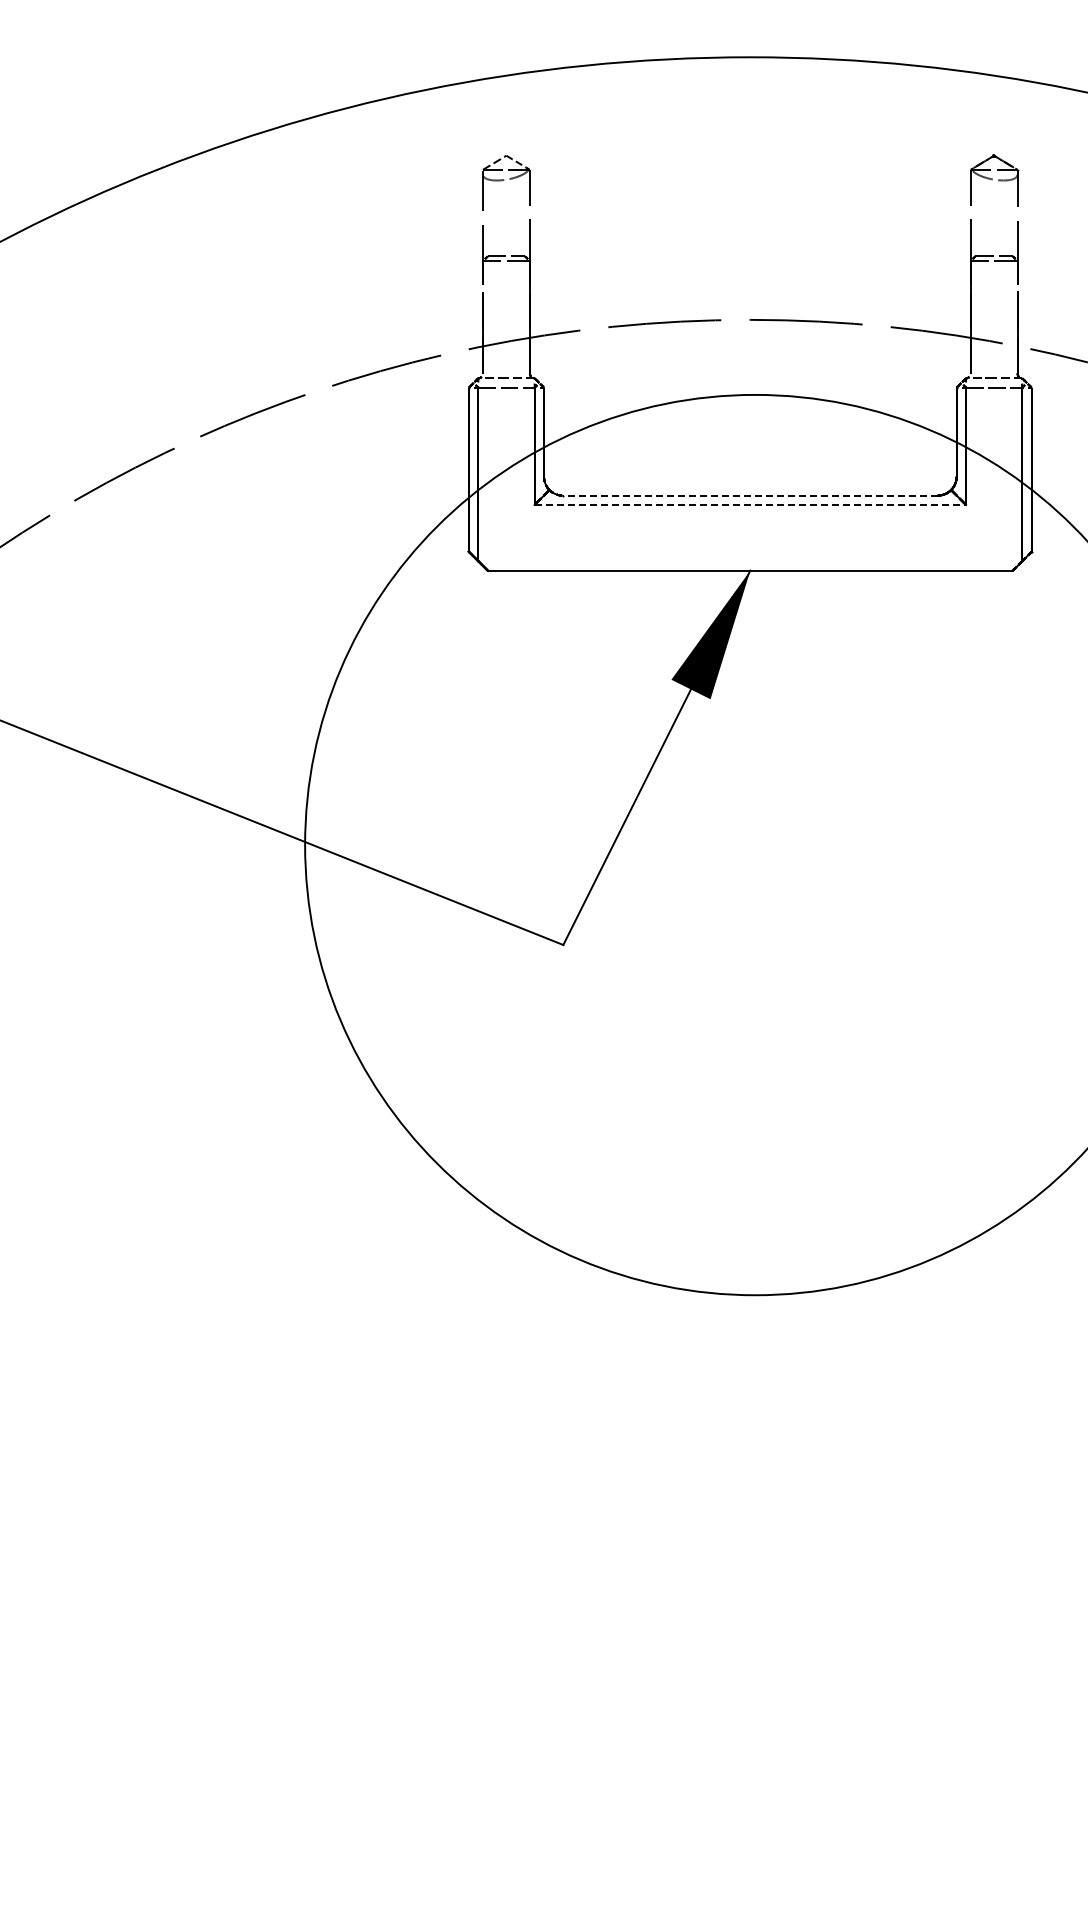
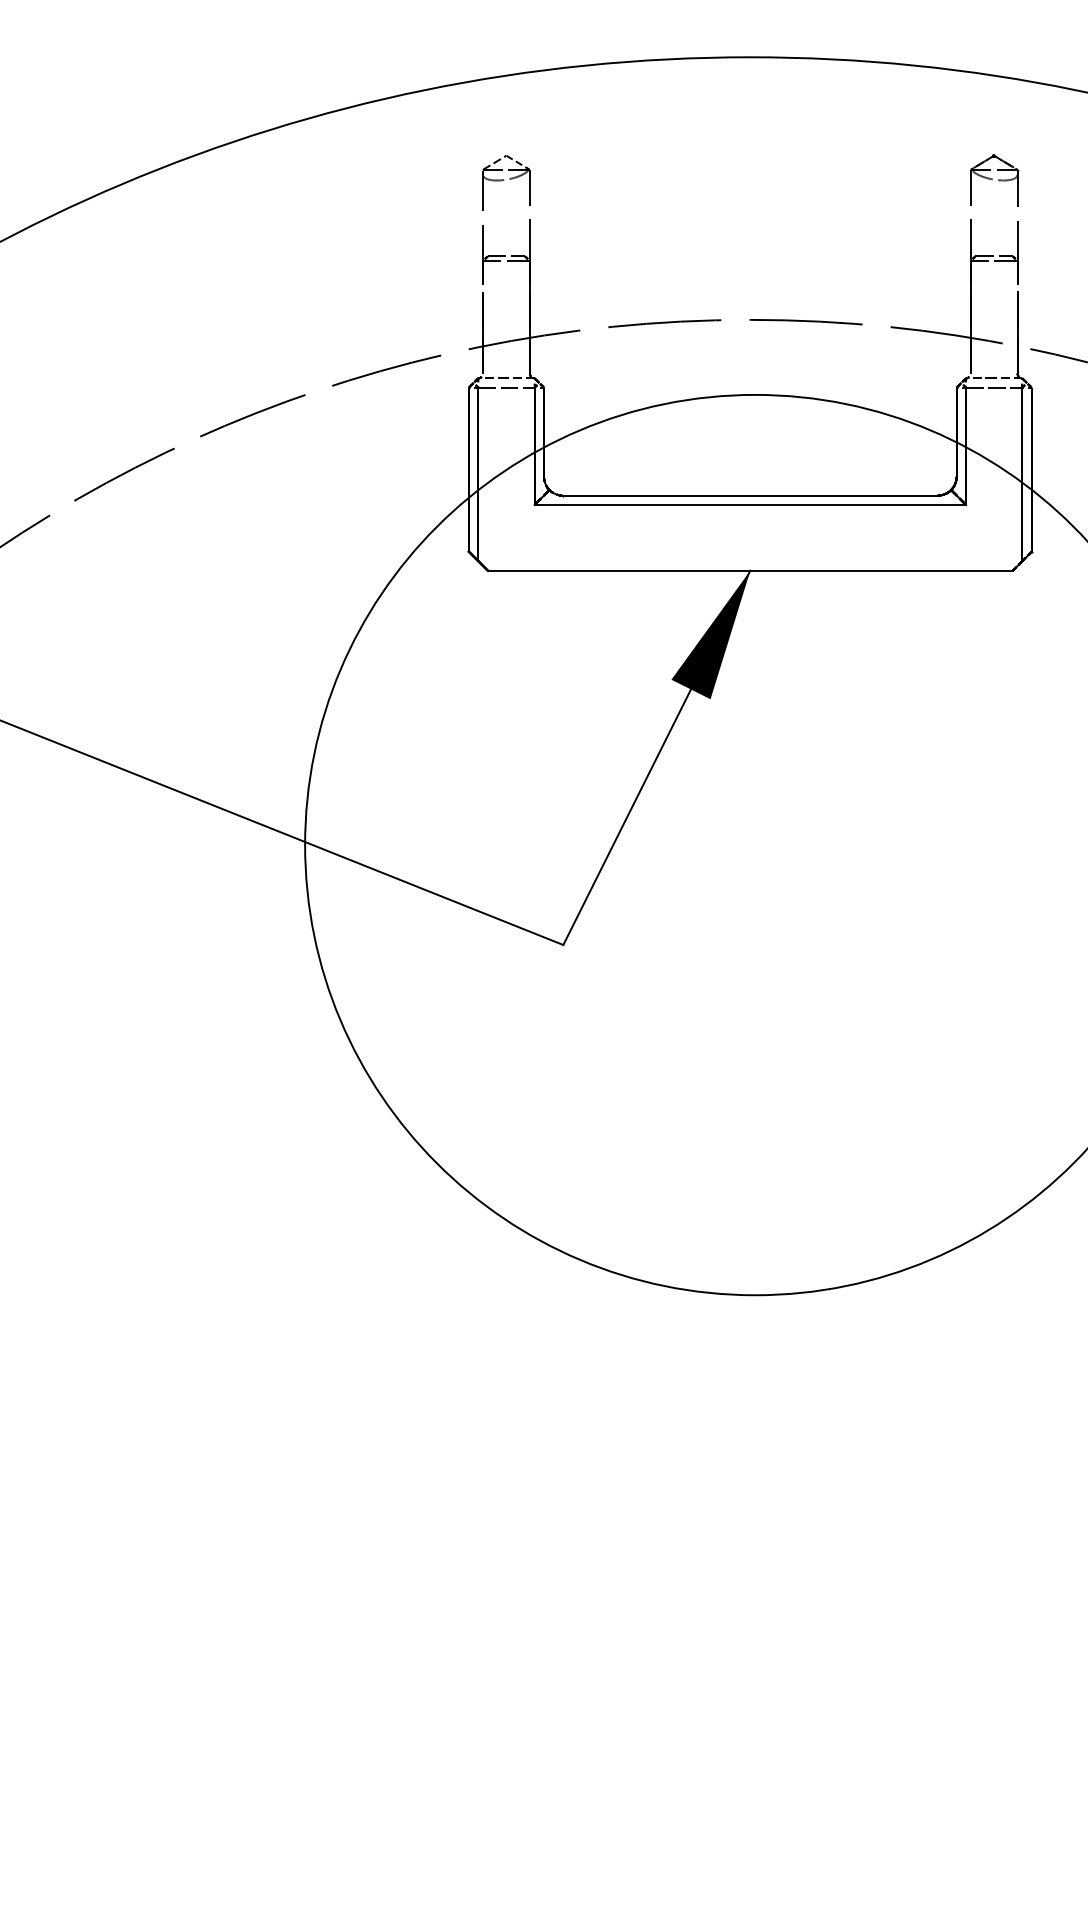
line at (750, 495): dashed -> solid
line at (750, 504): dashed -> solid
